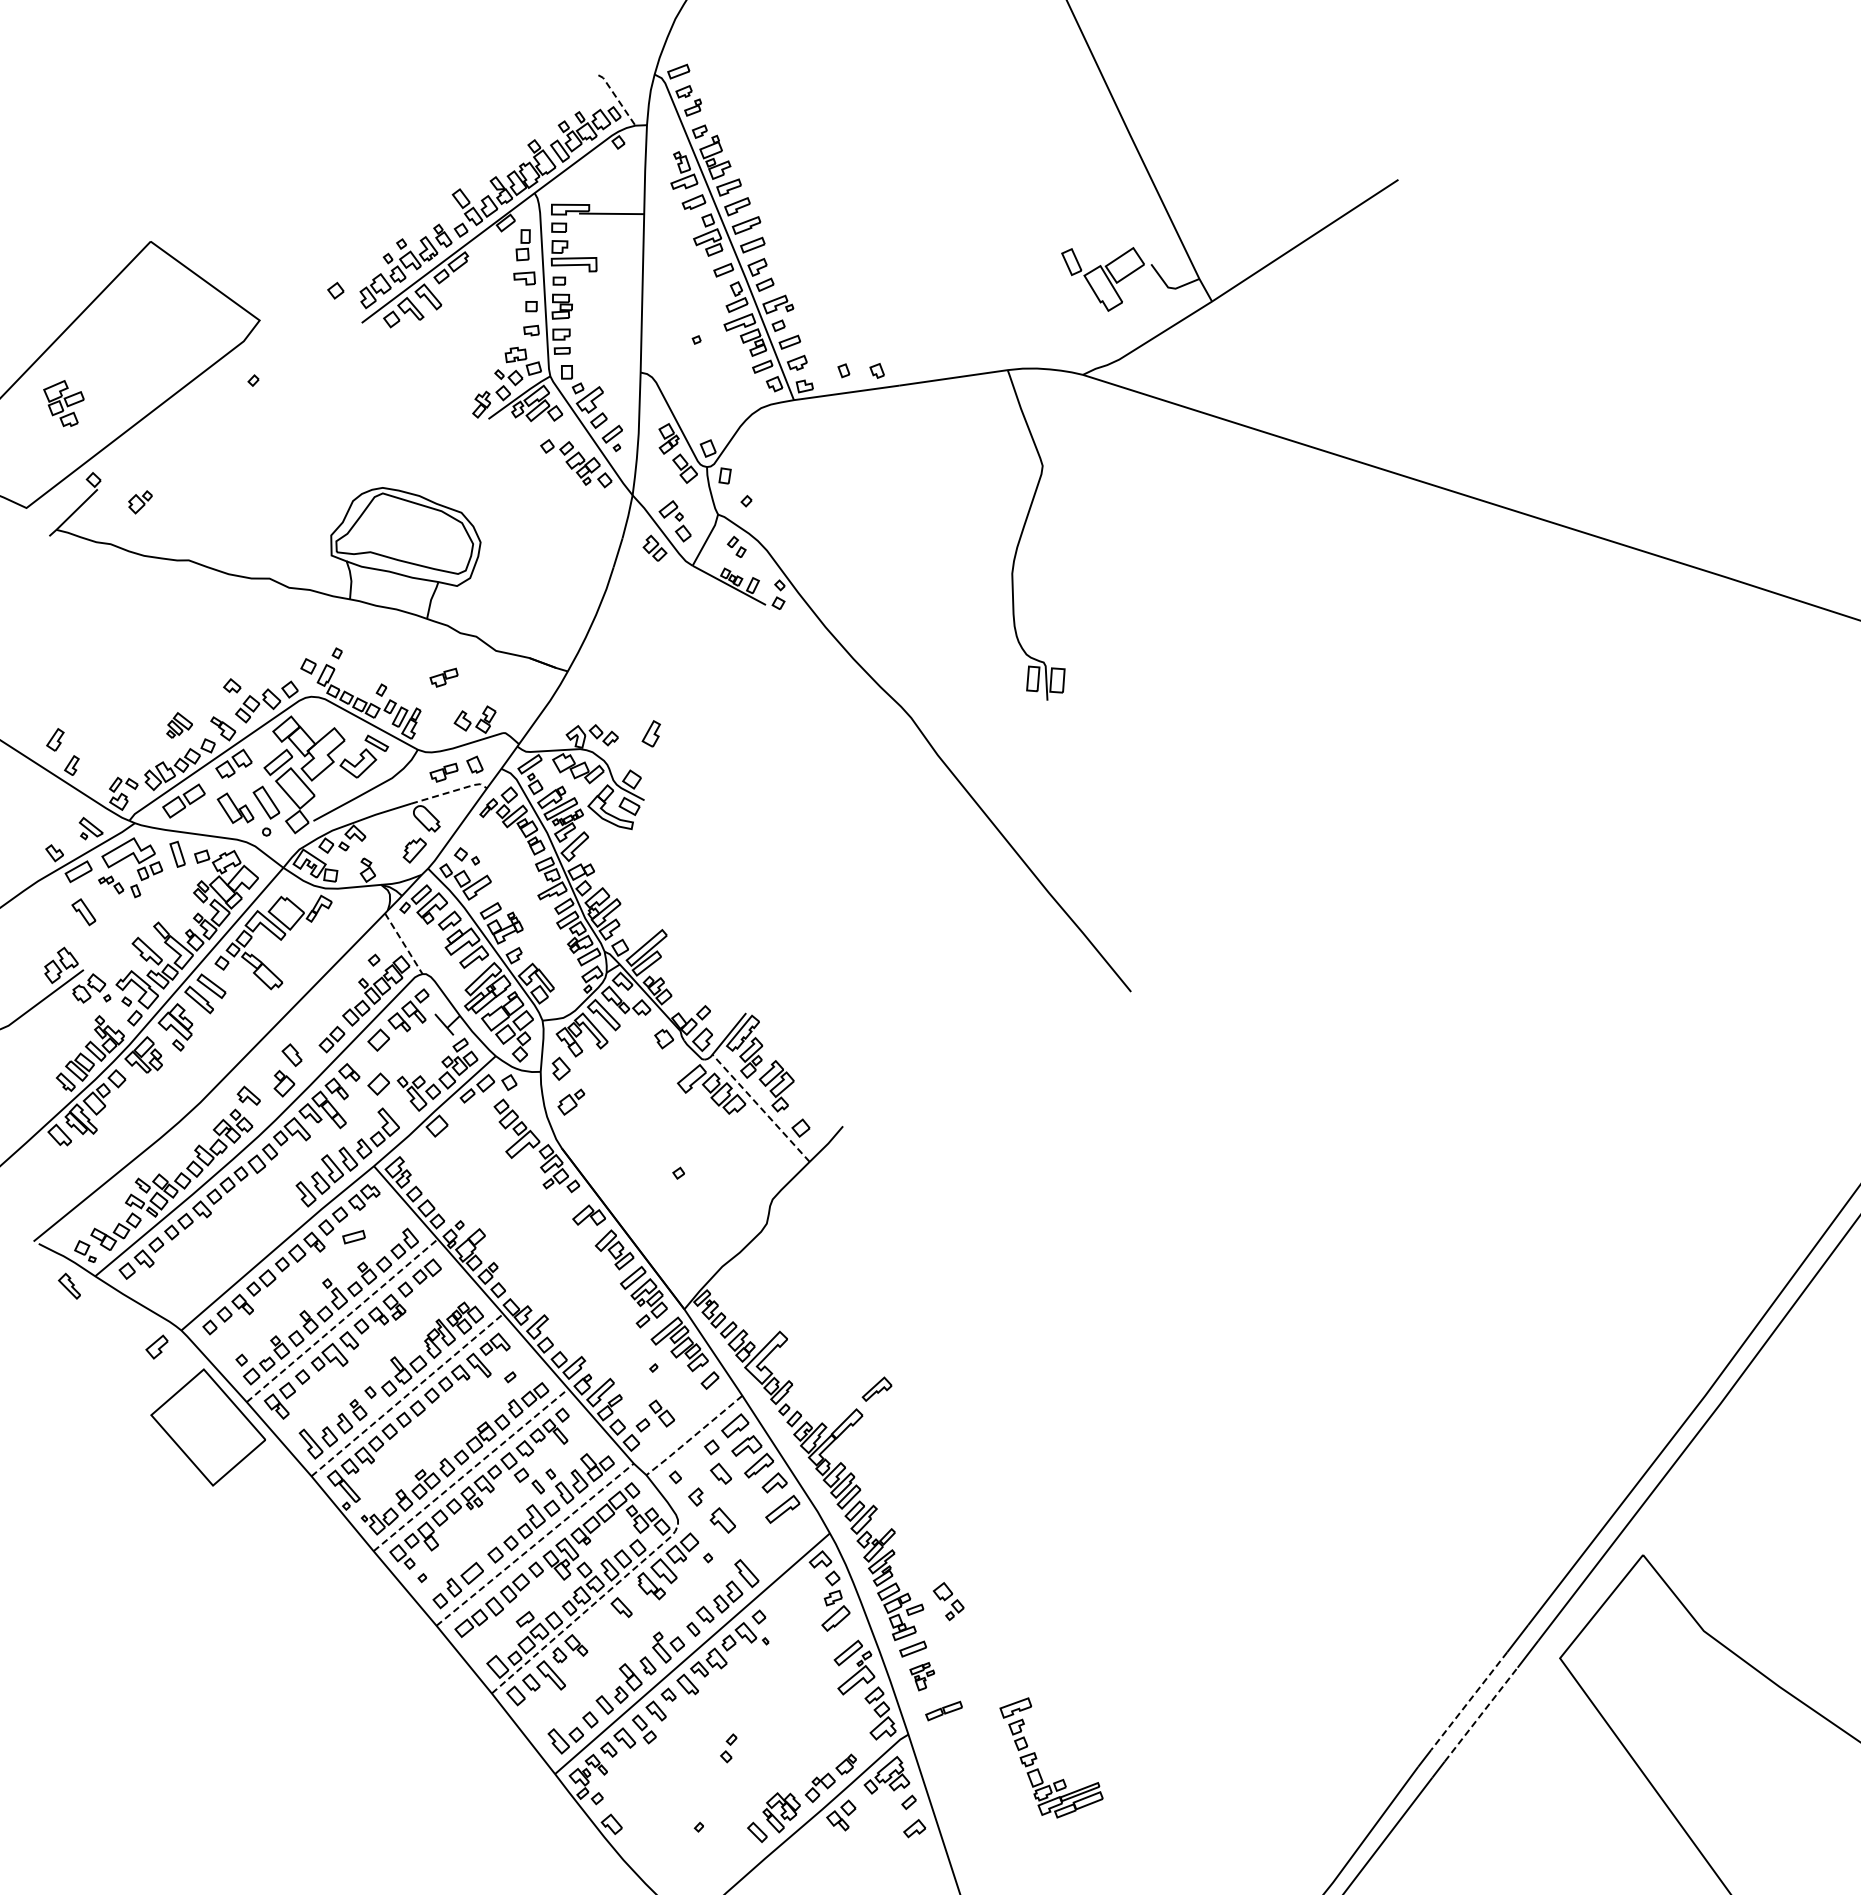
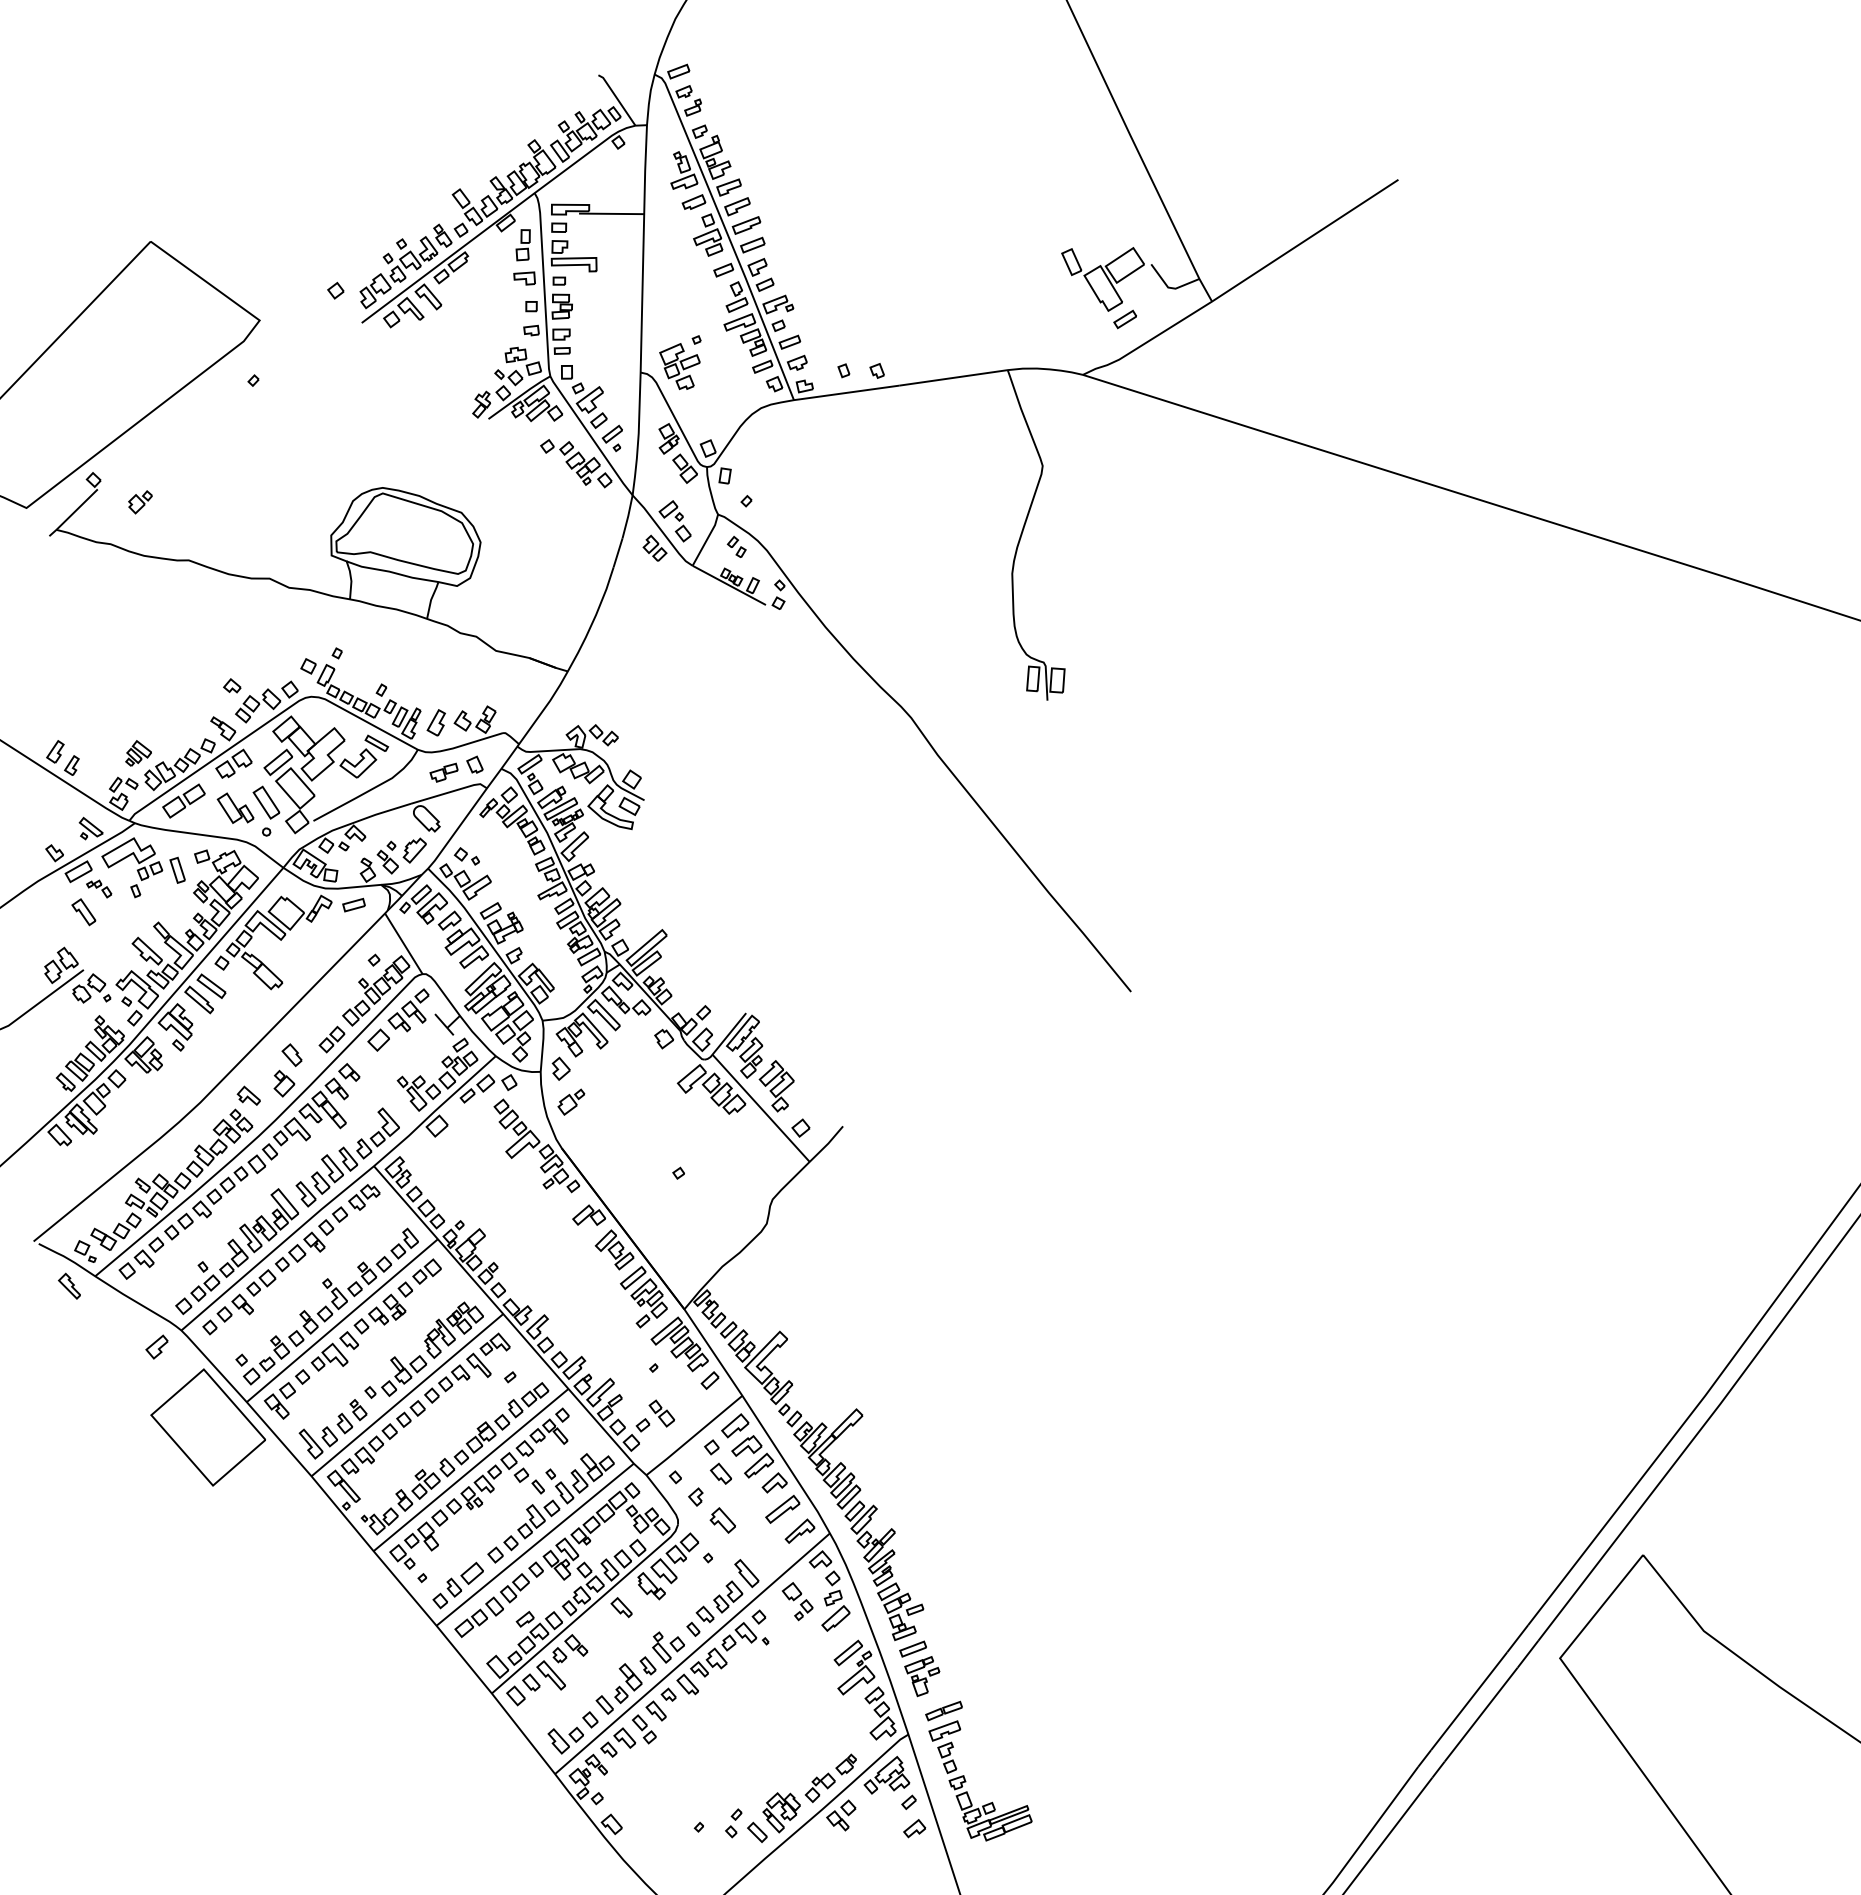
line at (617, 99): dashed -> solid
part at (1124, 319): none -> present
part at (63, 403) position: (63, 403) -> (679, 366)
part at (443, 677): present -> none
part at (179, 725) position: (179, 725) -> (138, 753)
part at (650, 733) position: (650, 733) -> (435, 722)
part at (55, 739) position: (55, 739) -> (55, 751)
line at (451, 791): dashed -> solid
part at (177, 853) position: (177, 853) -> (177, 869)
part at (387, 857): none -> present
part at (111, 884) position: (111, 884) -> (99, 888)
line at (403, 943): dashed -> solid
part at (378, 1083): present -> none
line at (760, 1107): dashed -> solid
part at (353, 1236) position: (353, 1236) -> (353, 904)
part at (236, 1251): none -> present
line at (342, 1320): dashed -> solid
part at (876, 1388) position: (876, 1388) -> (799, 1530)
line at (407, 1395): dashed -> solid
line at (693, 1436): dashed -> solid
line at (471, 1470): dashed -> solid
line at (535, 1544): dashed -> solid
part at (948, 1601) position: (948, 1601) -> (797, 1601)
line at (588, 1609): dashed -> solid
part at (922, 1676) size: 27x30 px -> 37x42 px
line at (1469, 1701): dashed -> solid
line at (1481, 1714): dashed -> solid
part at (728, 1748) position: (728, 1748) -> (733, 1823)
part at (1037, 1758) position: (1037, 1758) -> (966, 1781)
